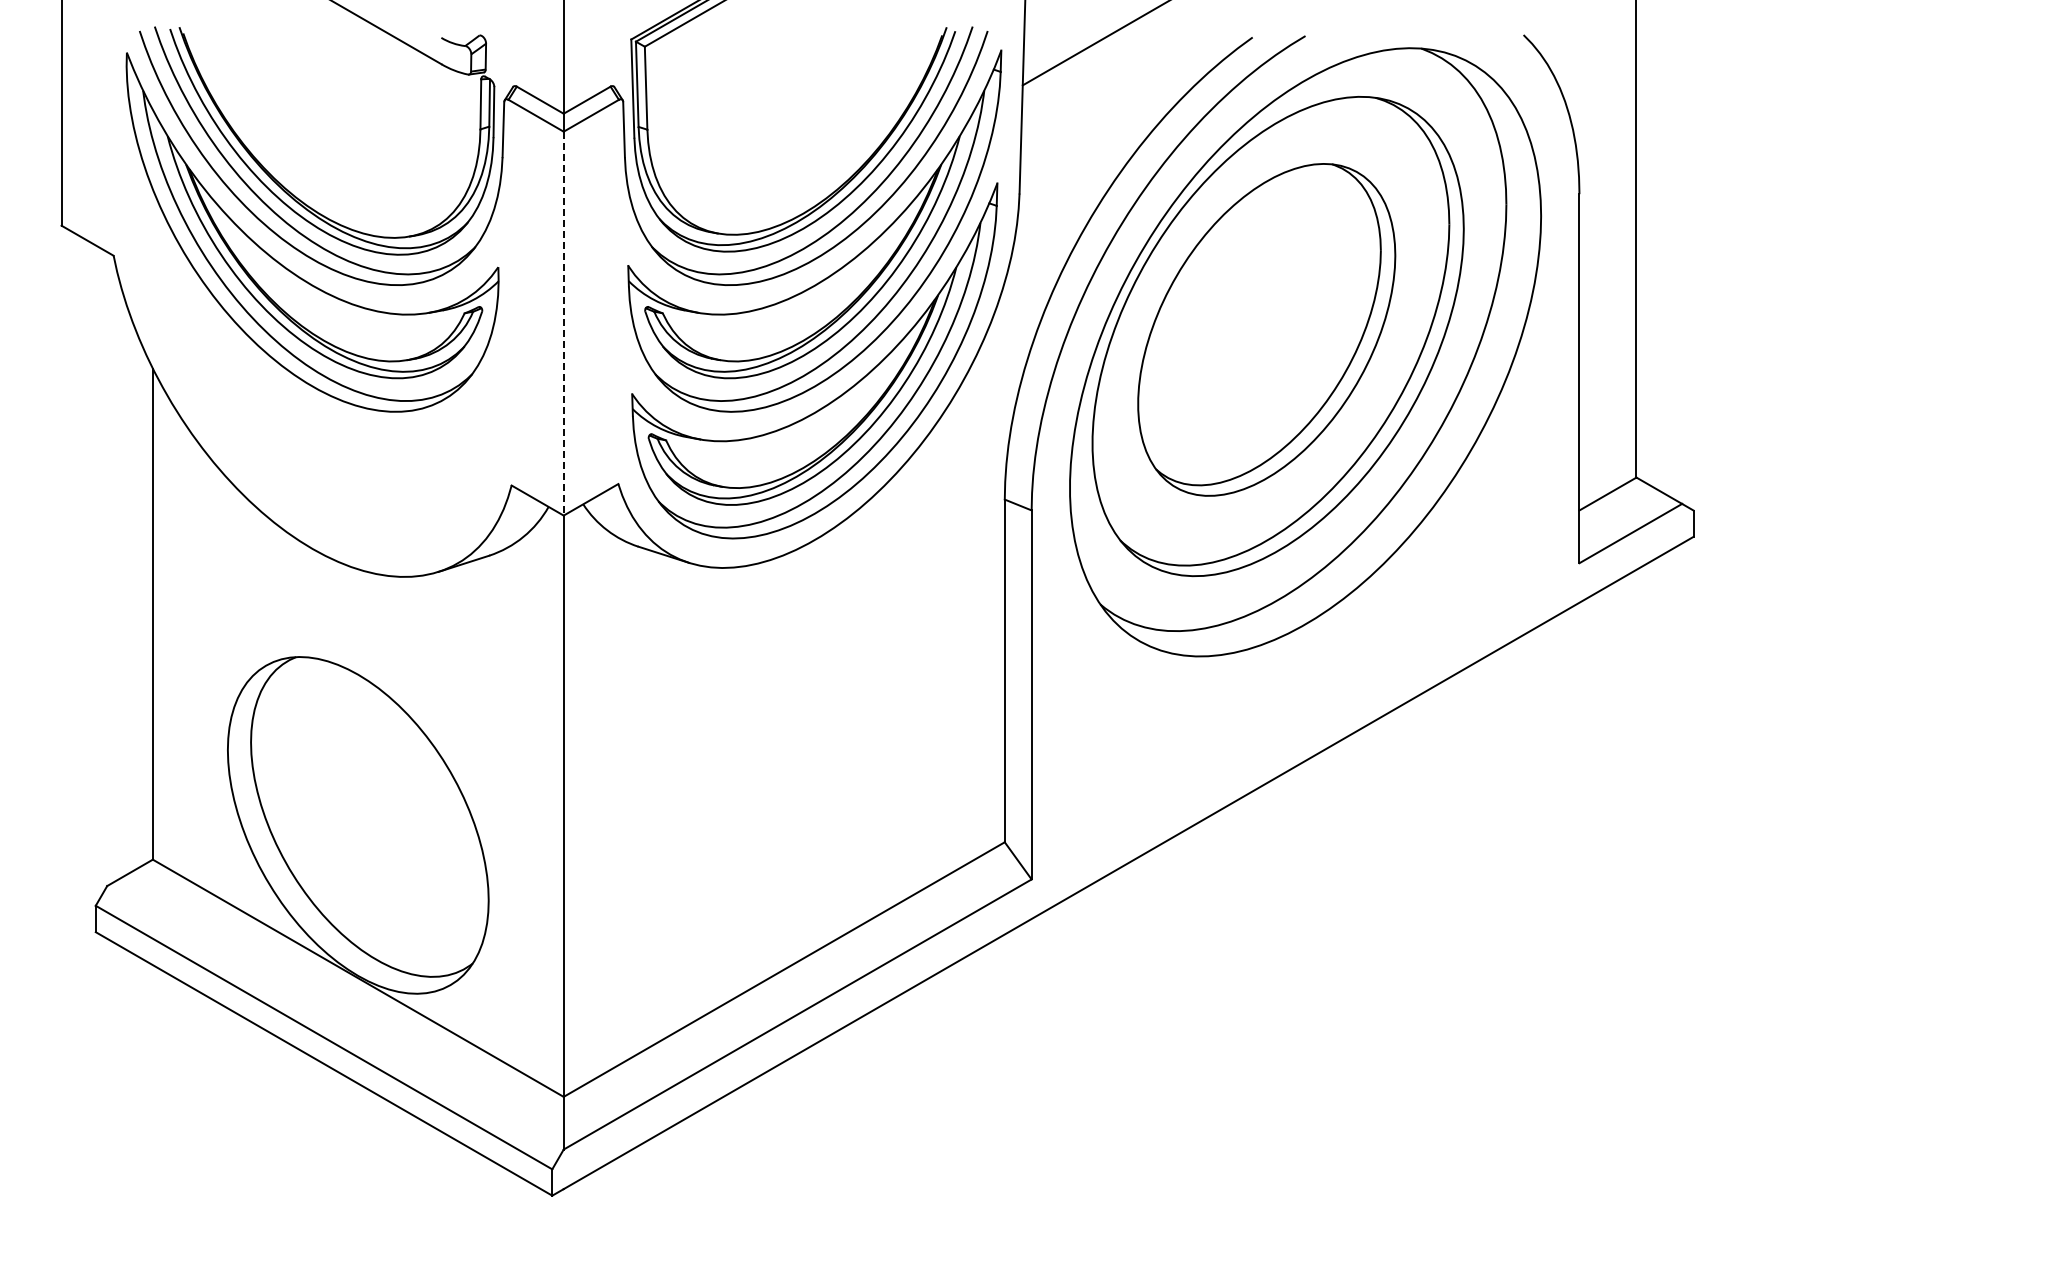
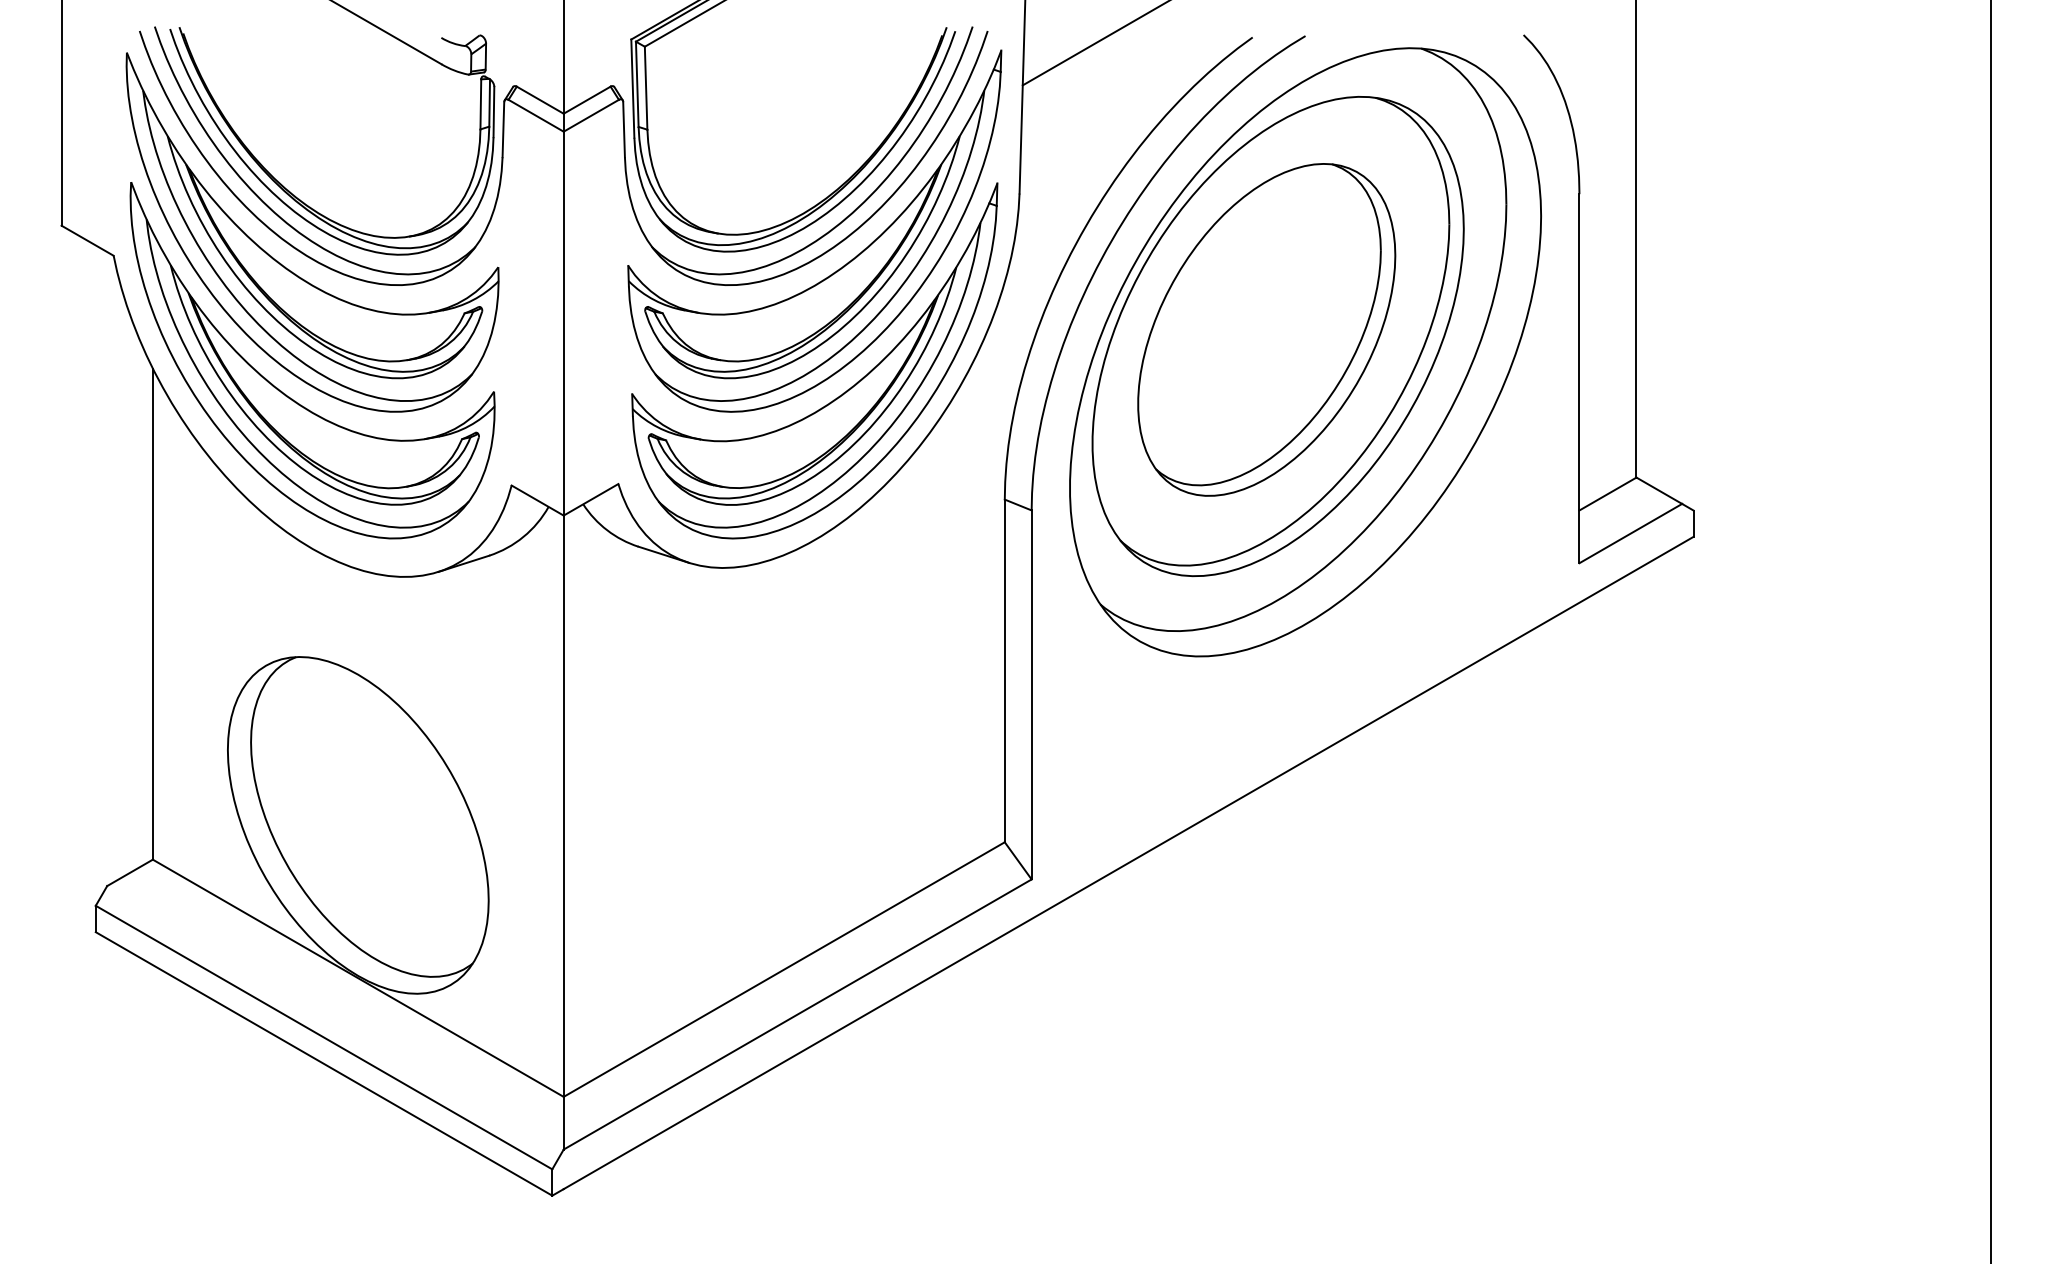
line at (563, 323): dashed -> solid
part at (285, 393): none -> present
line at (1991, 631): none -> present
